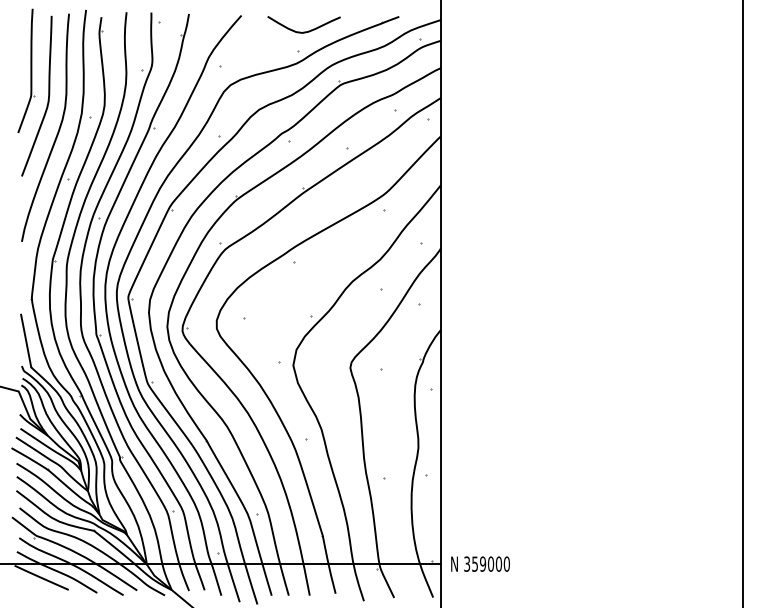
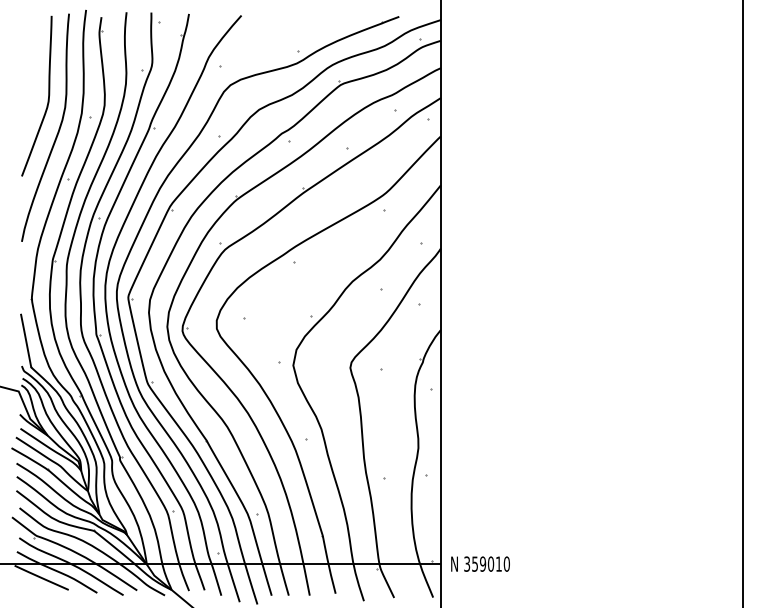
curve at (303, 31): present -> none
part at (26, 70): present -> none
text at (498, 563): 359000 -> 359010
